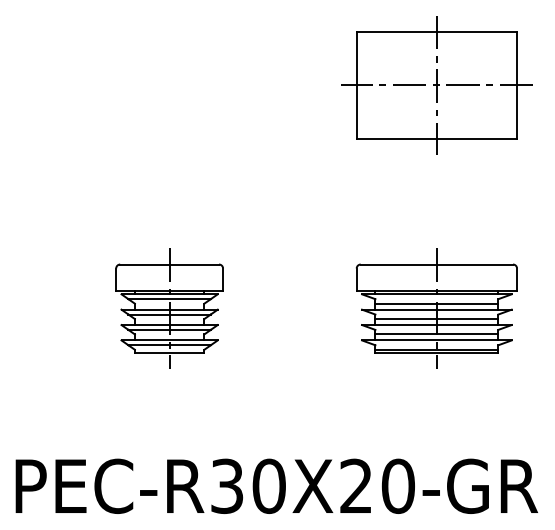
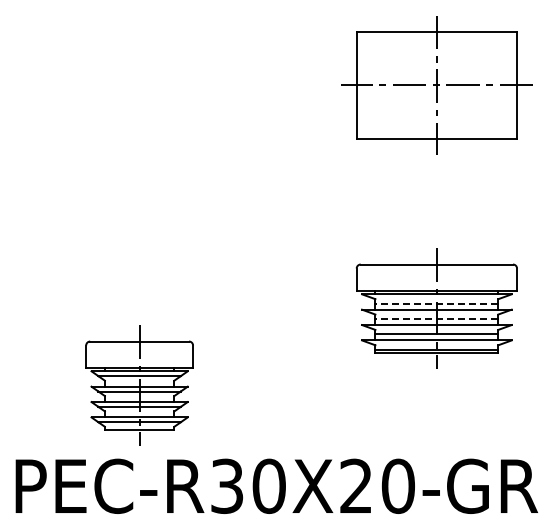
line at (436, 303): solid -> dashed
part at (169, 308) position: (169, 308) -> (139, 385)
line at (436, 319): solid -> dashed
